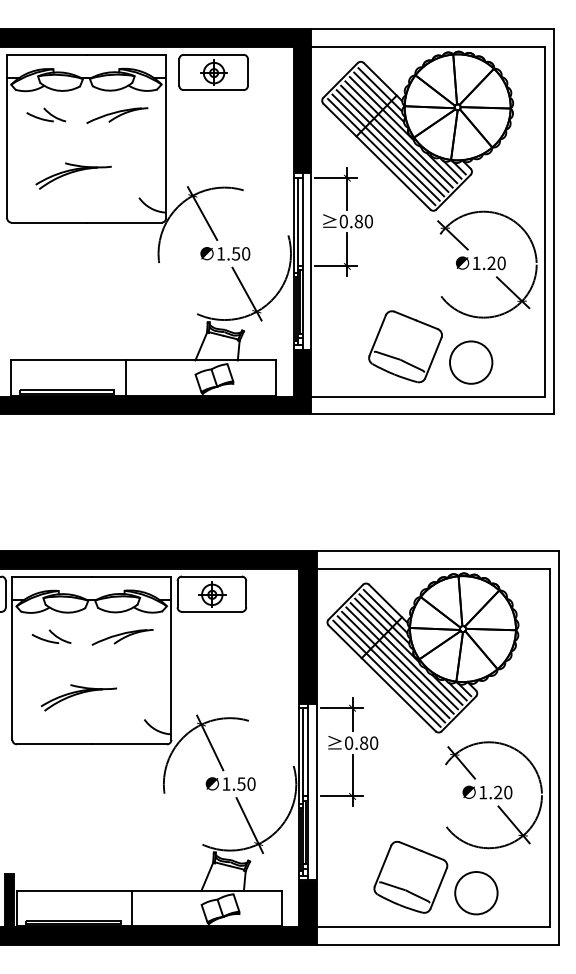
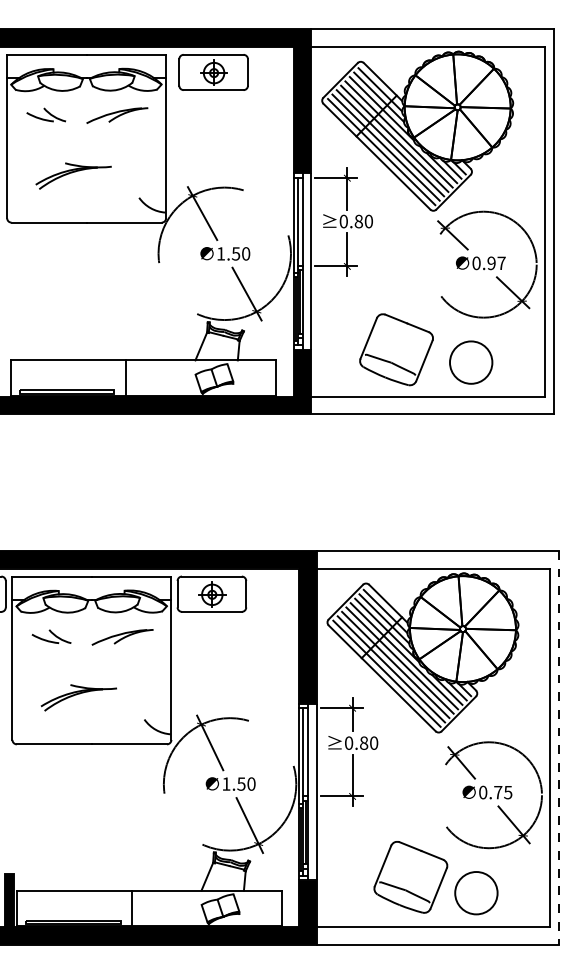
text at (488, 263): 1.20 -> 0.97
part at (405, 346) position: (405, 346) -> (396, 349)
line at (558, 747): solid -> dashed
text at (495, 792): 1.20 -> 0.75
